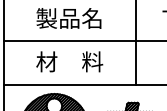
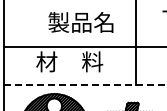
text at (68, 18) position: (68, 18) -> (80, 22)
line at (83, 40) position: (83, 40) -> (83, 46)
line at (85, 84): solid -> dashed
